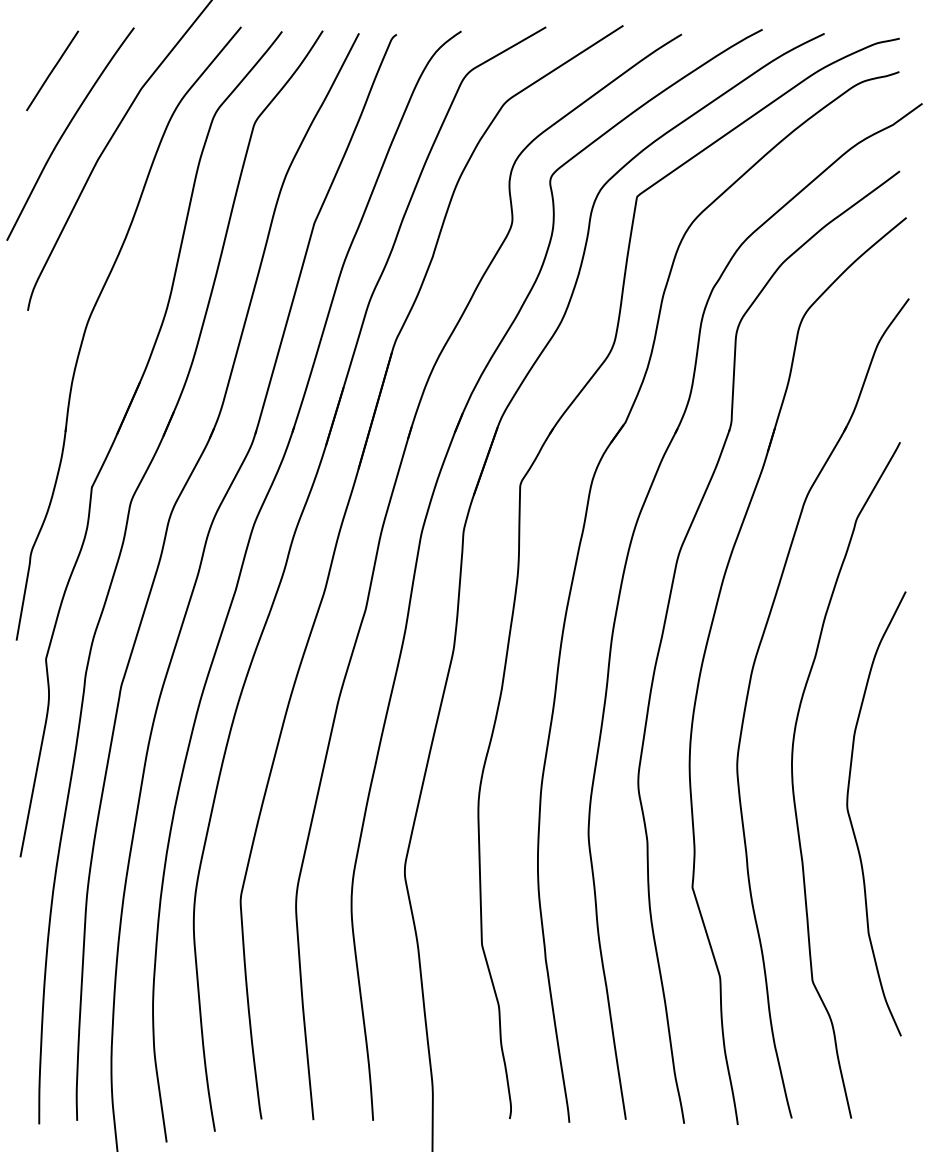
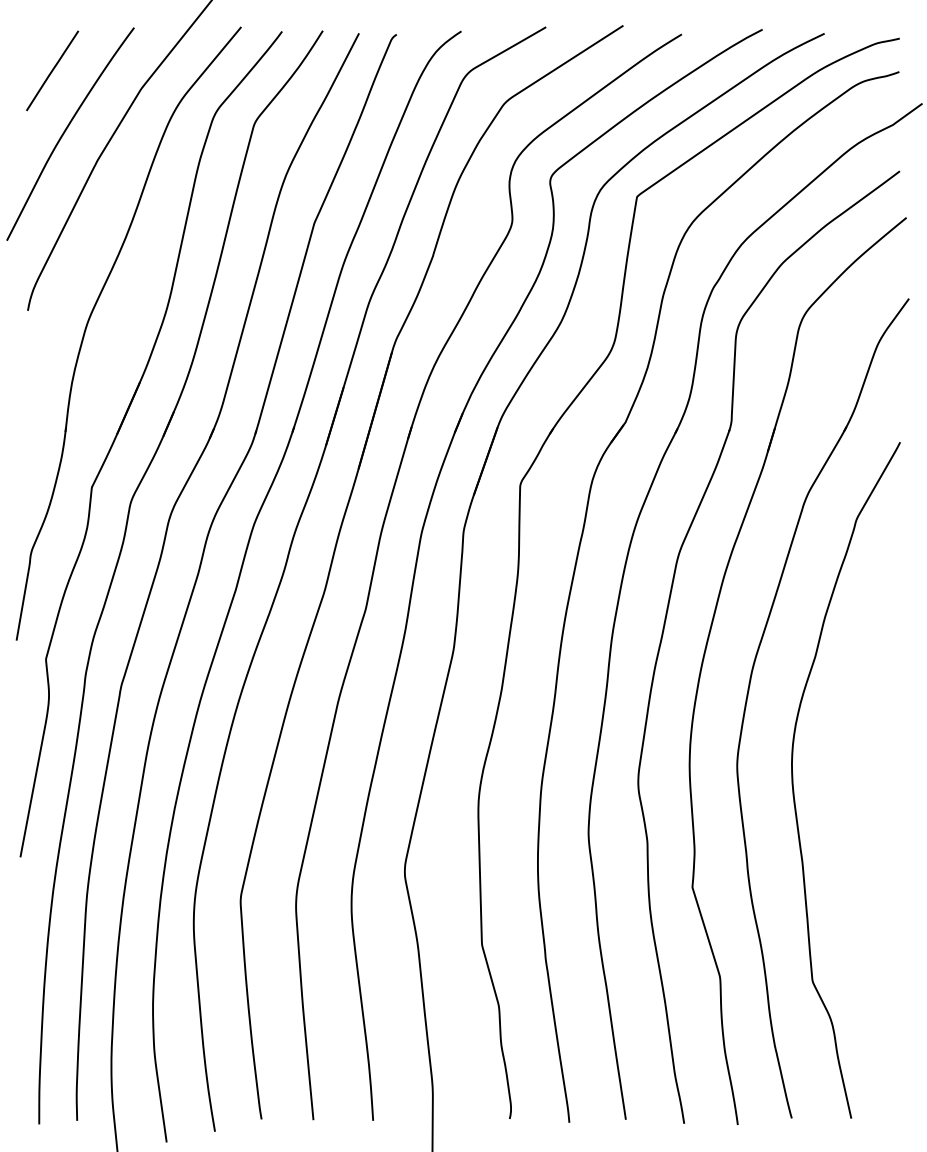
curve at (851, 819): present -> none
